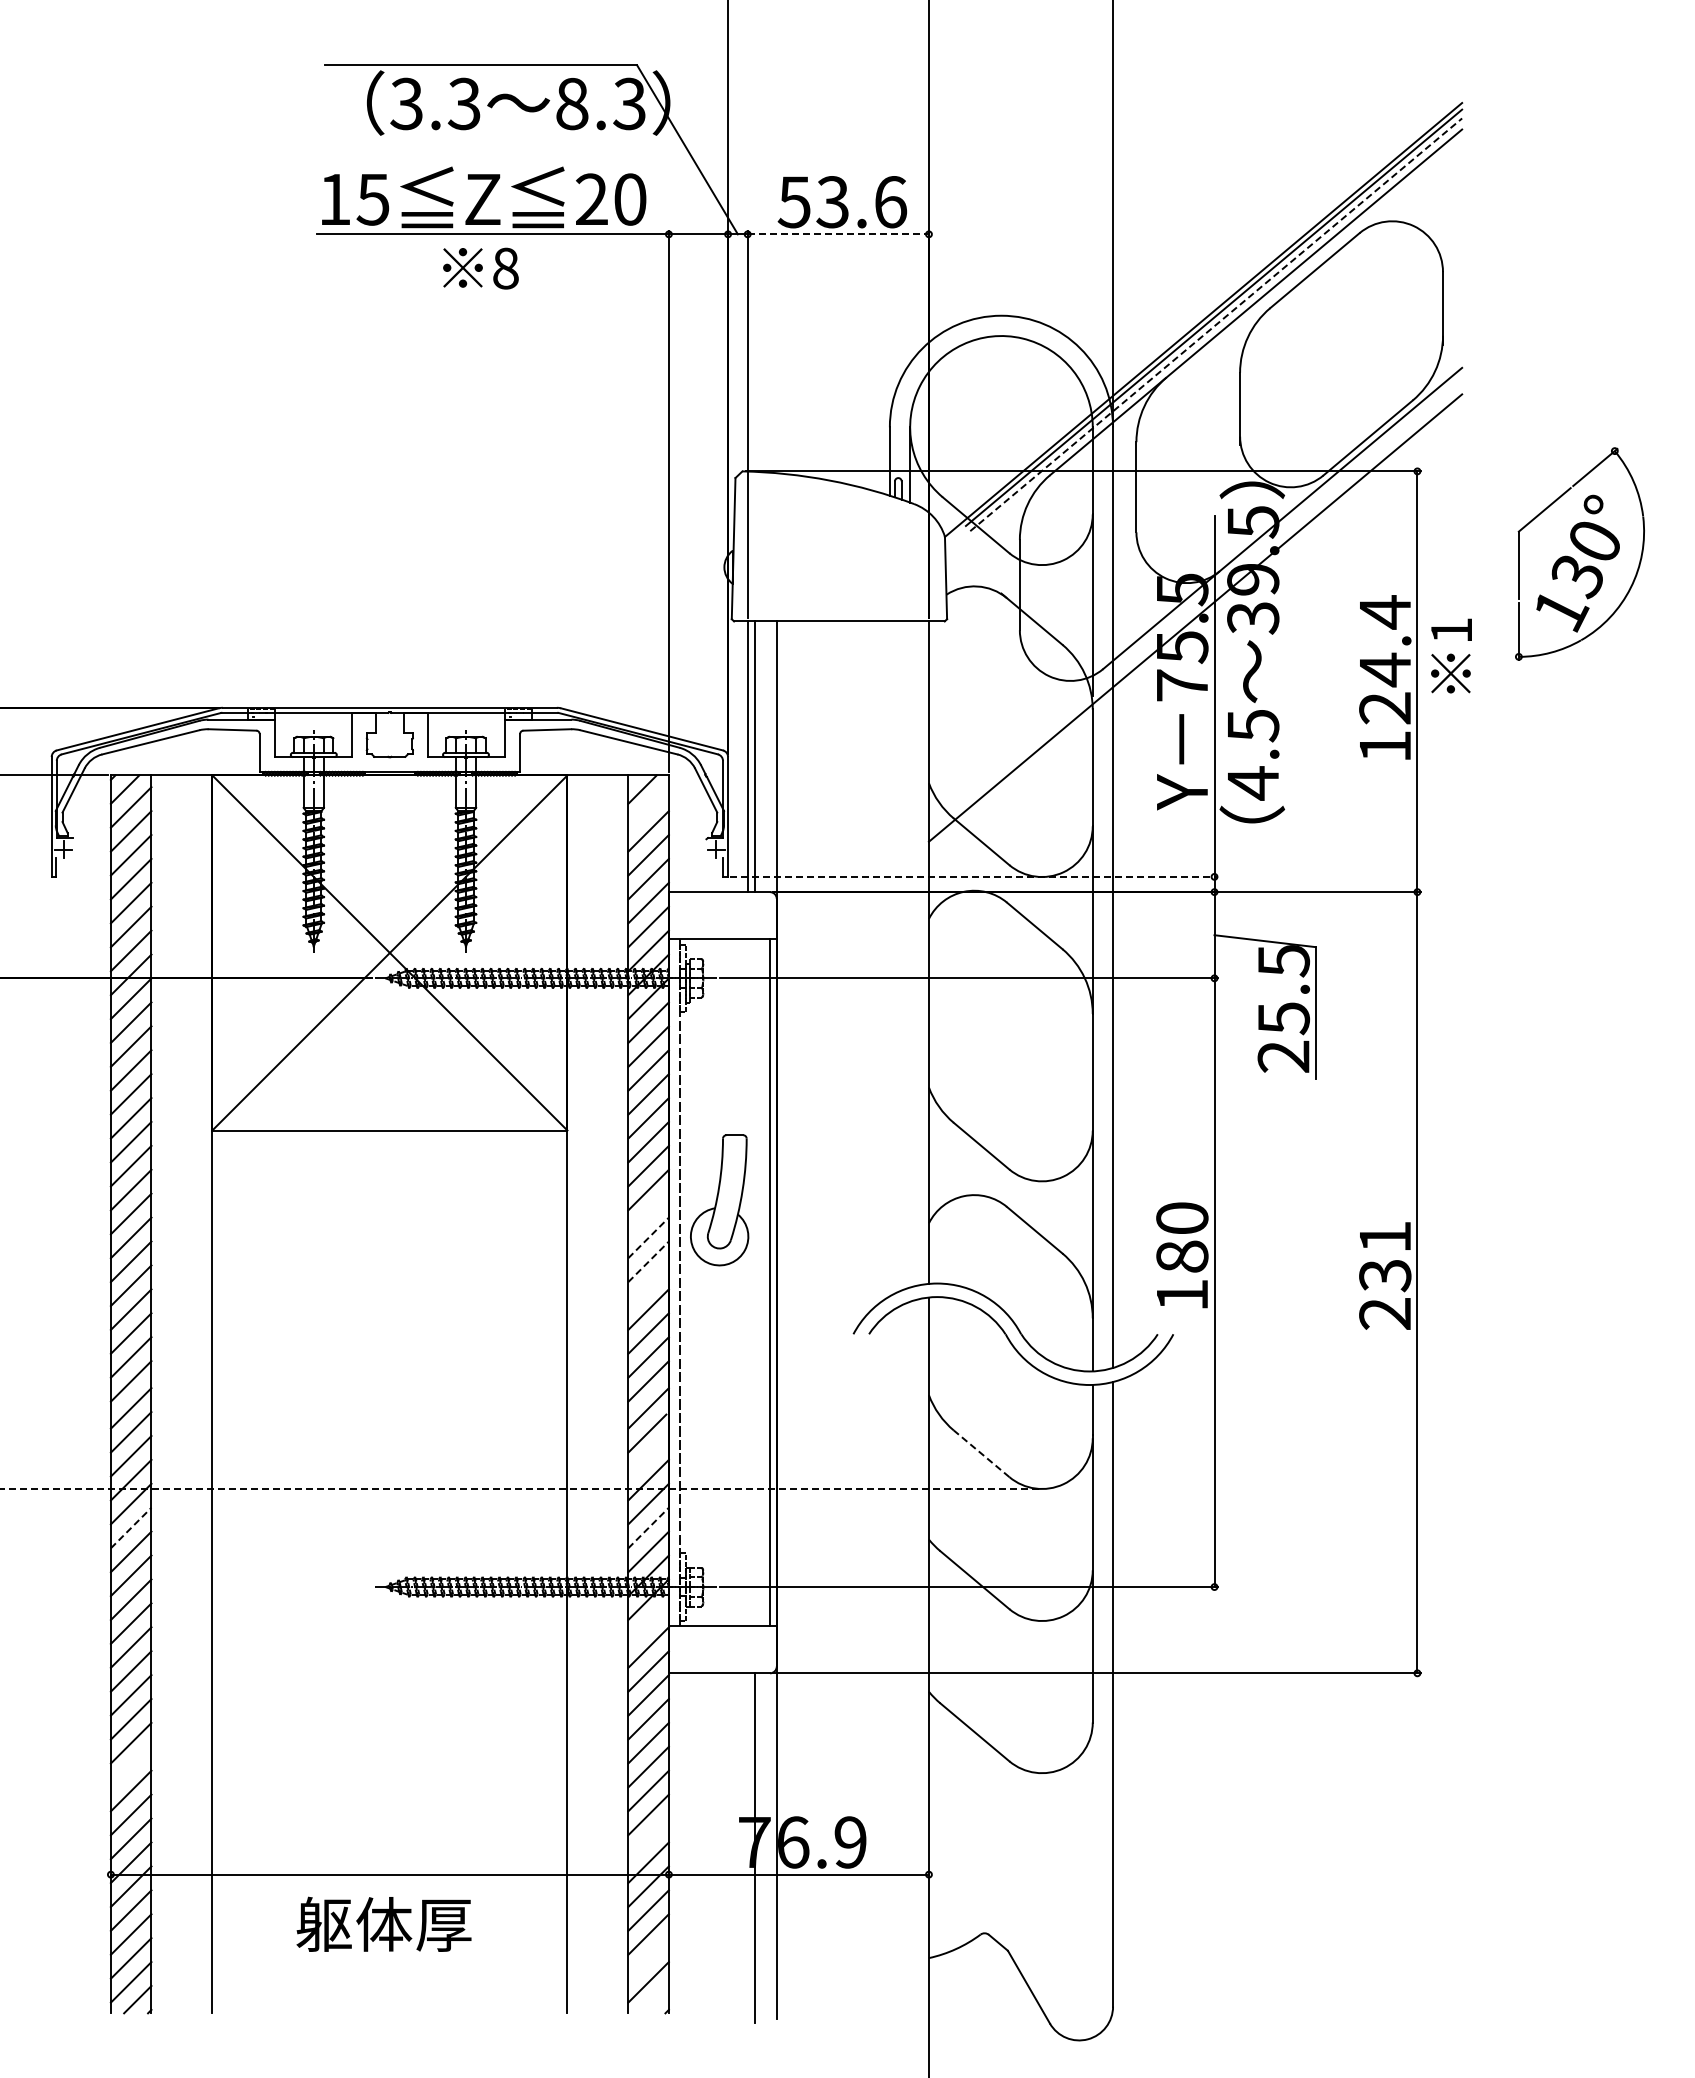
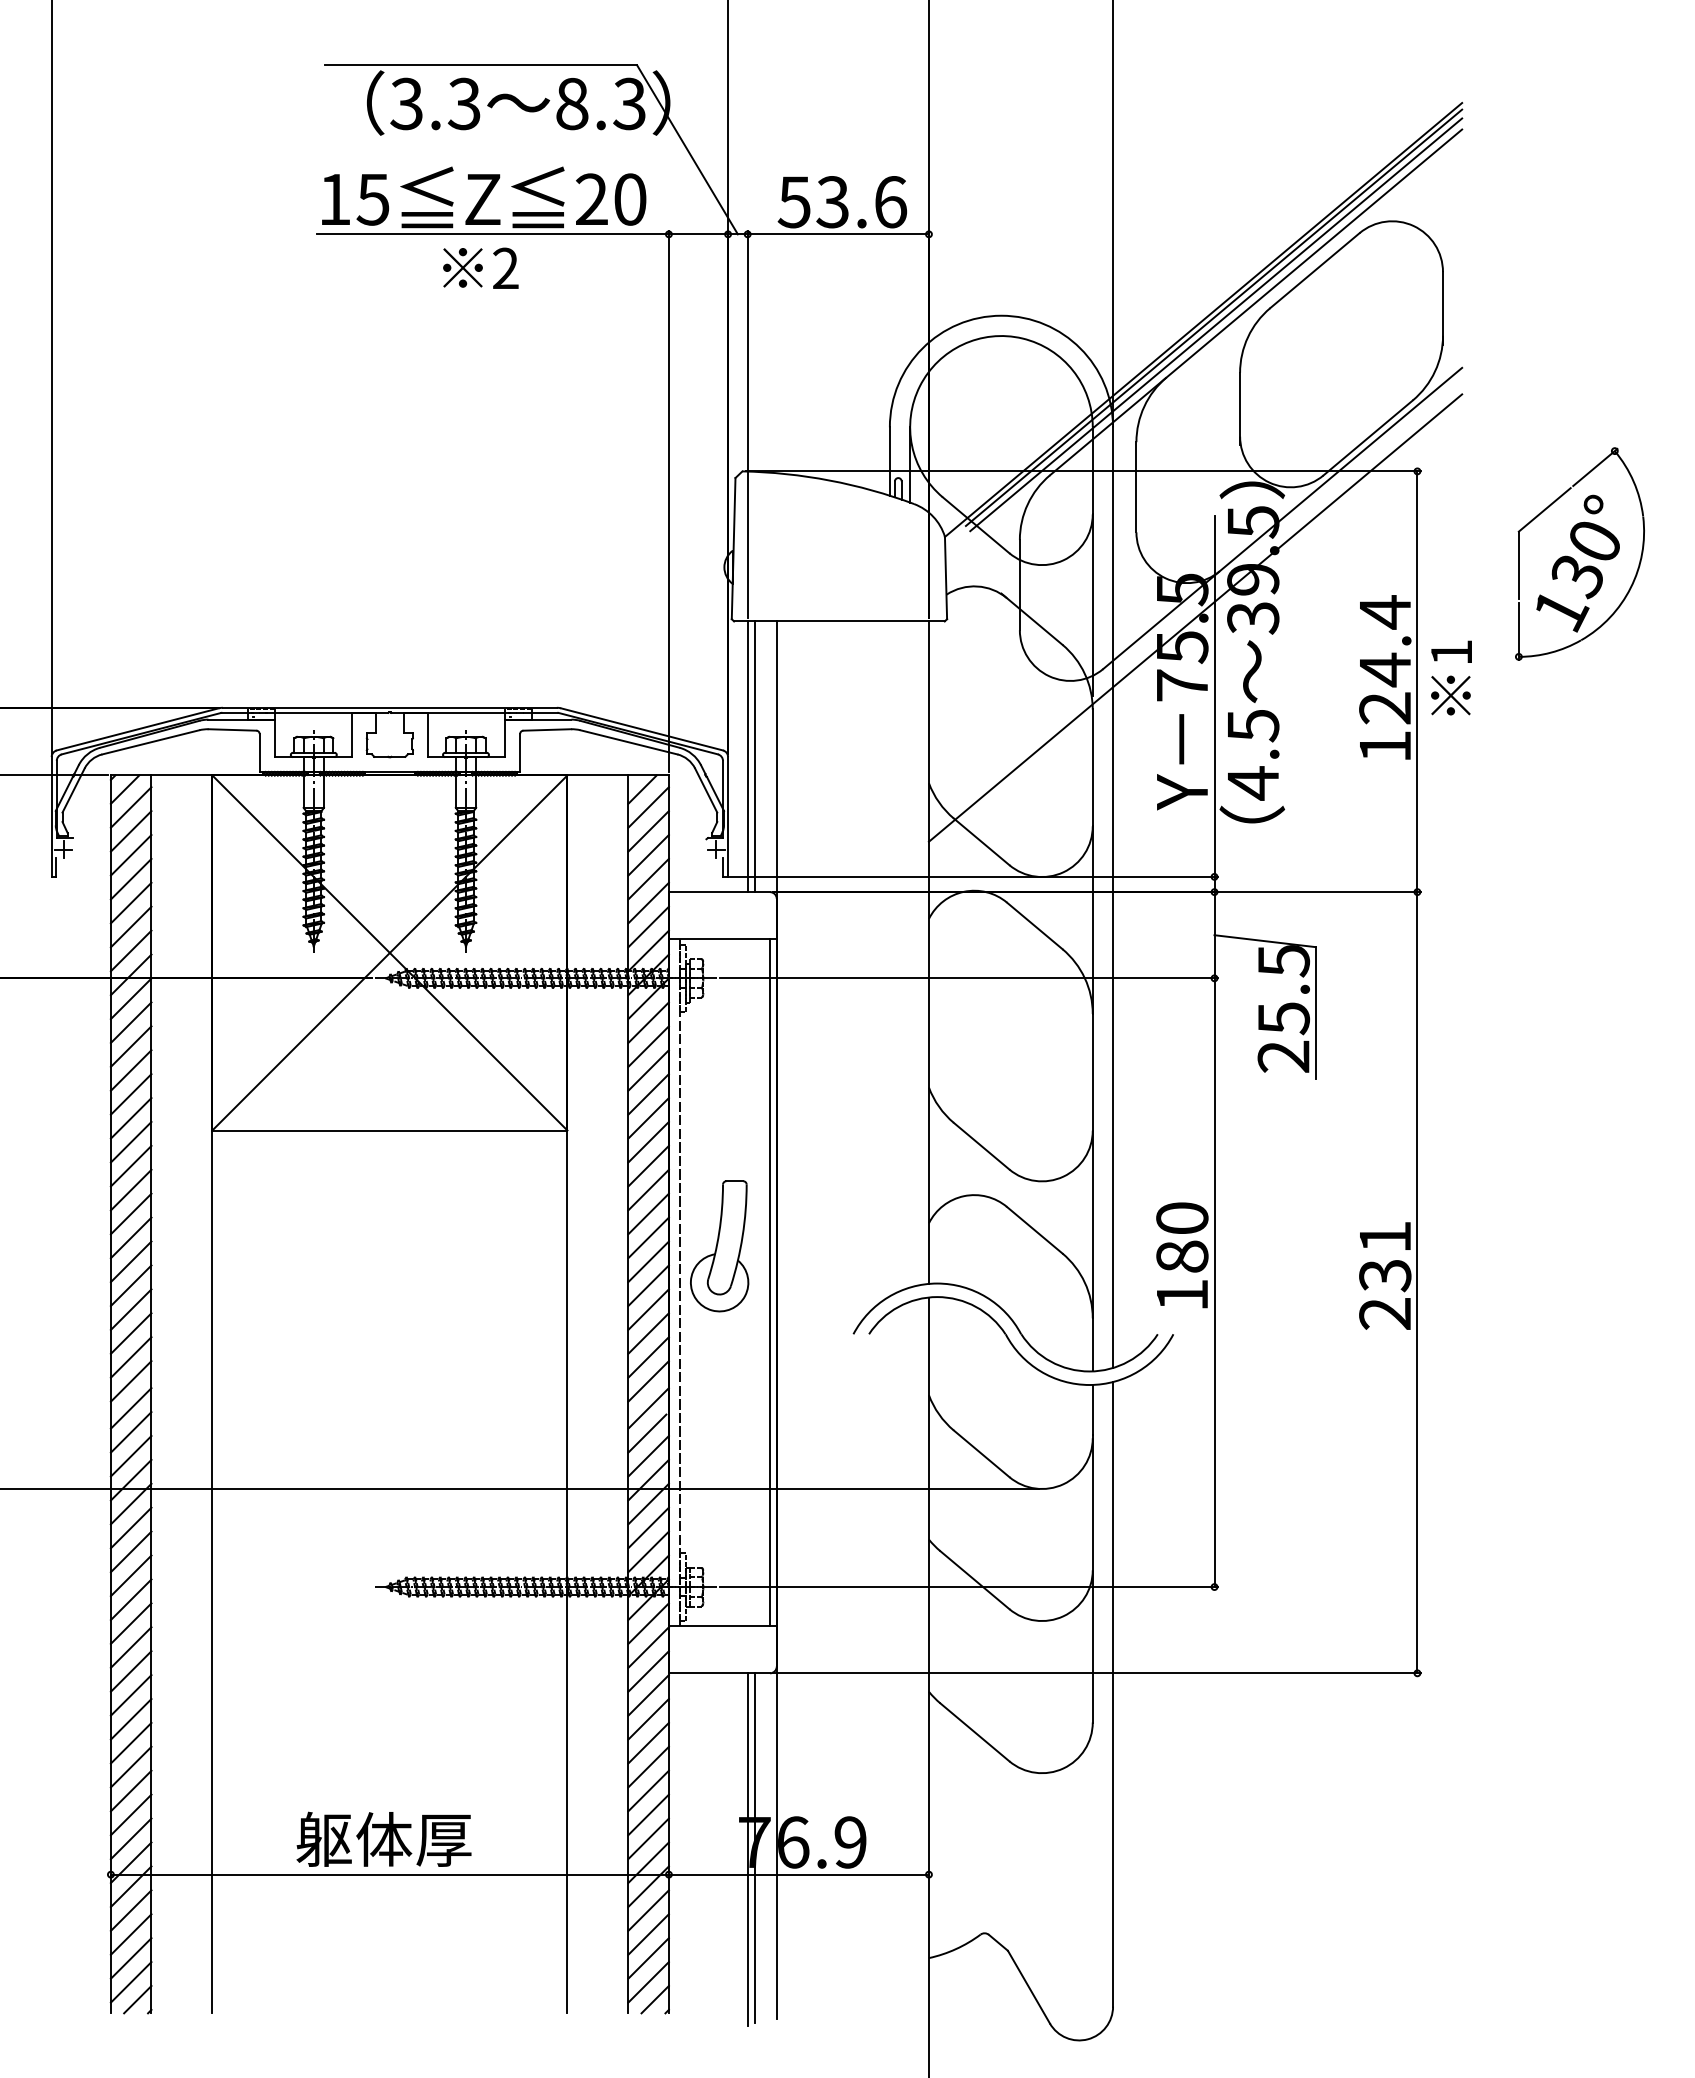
line at (838, 234): dashed -> solid
text at (505, 268): 8 -> 2
line at (1216, 324): dashed -> solid
line at (51, 377): none -> present
text at (1451, 655) position: (1451, 655) -> (1451, 677)
line at (648, 807): none -> present
line at (974, 876): dashed -> solid
part at (719, 1200) position: (719, 1200) -> (719, 1246)
line at (648, 1213): none -> present
line at (648, 1237): dashed -> solid
line at (648, 1261): dashed -> solid
line at (648, 1285): none -> present
line at (981, 1453): dashed -> solid
line at (648, 1456): none -> present
line at (519, 1488): dashed -> solid
line at (131, 1528): dashed -> solid
line at (648, 1528): dashed -> solid
line at (648, 1623): none -> present
line at (130, 1766): none -> present
line at (648, 1838): none -> present
line at (747, 1849): none -> present
text at (383, 1923) position: (383, 1923) -> (383, 1838)
line at (648, 1958): none -> present
line at (654, 1999): none -> present
